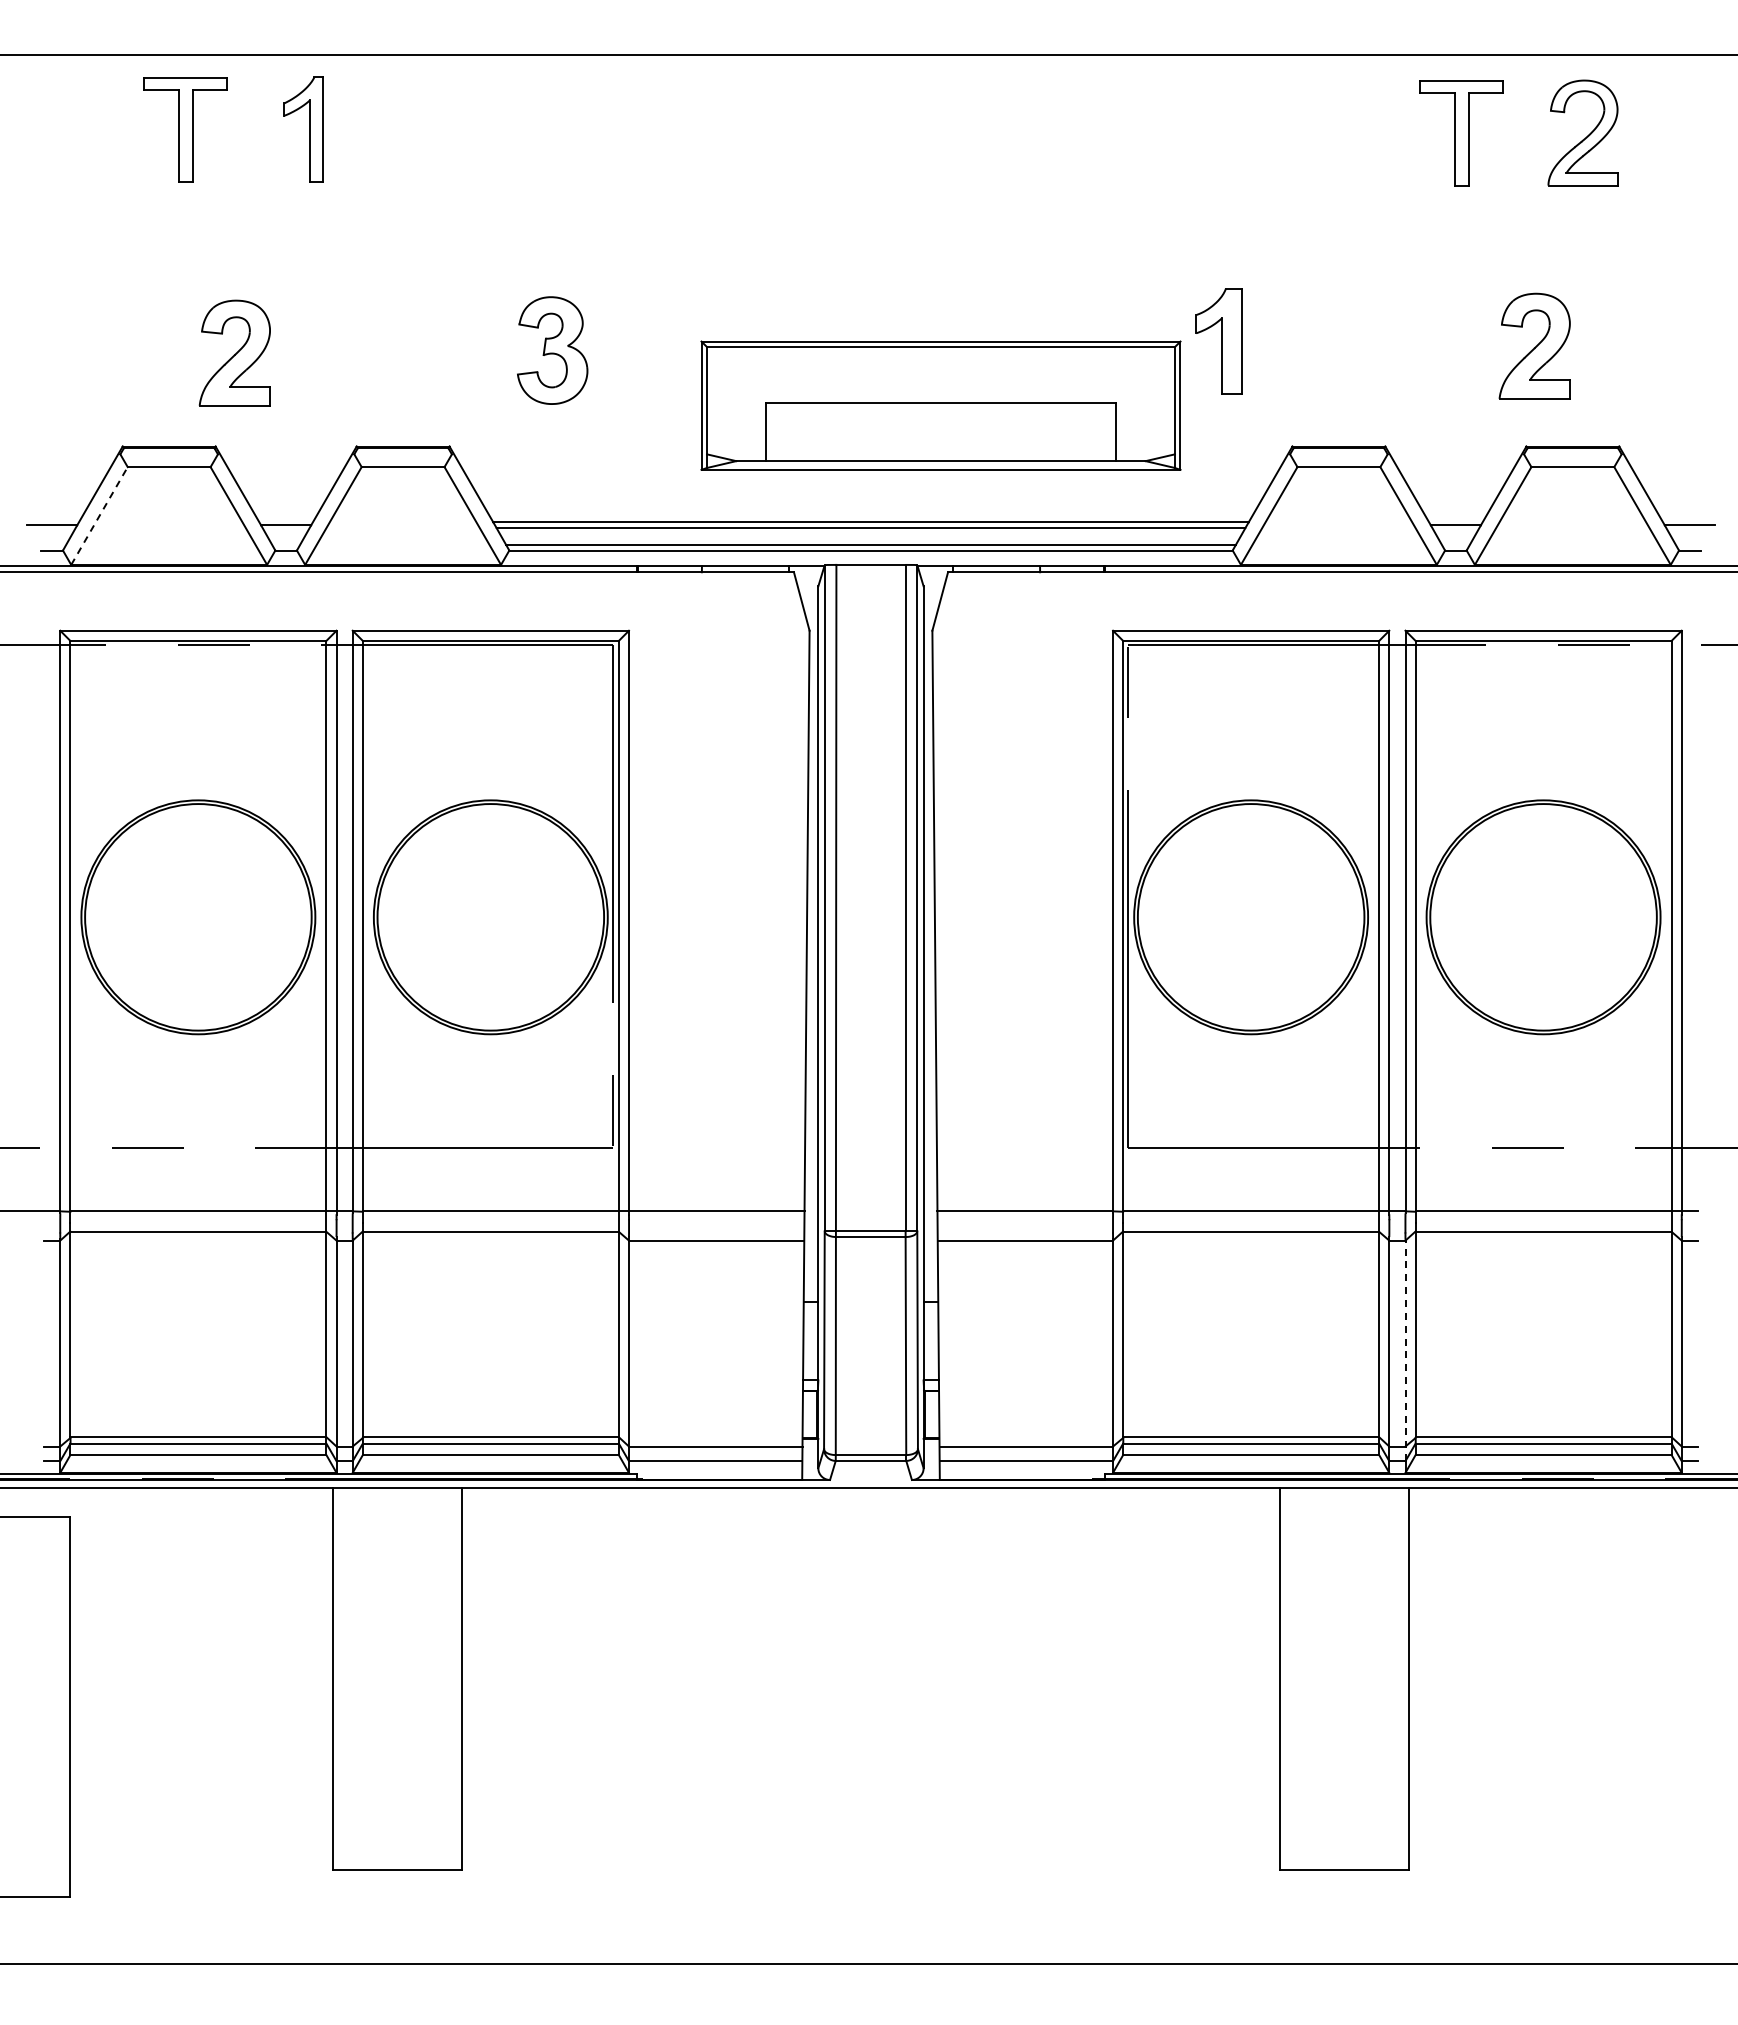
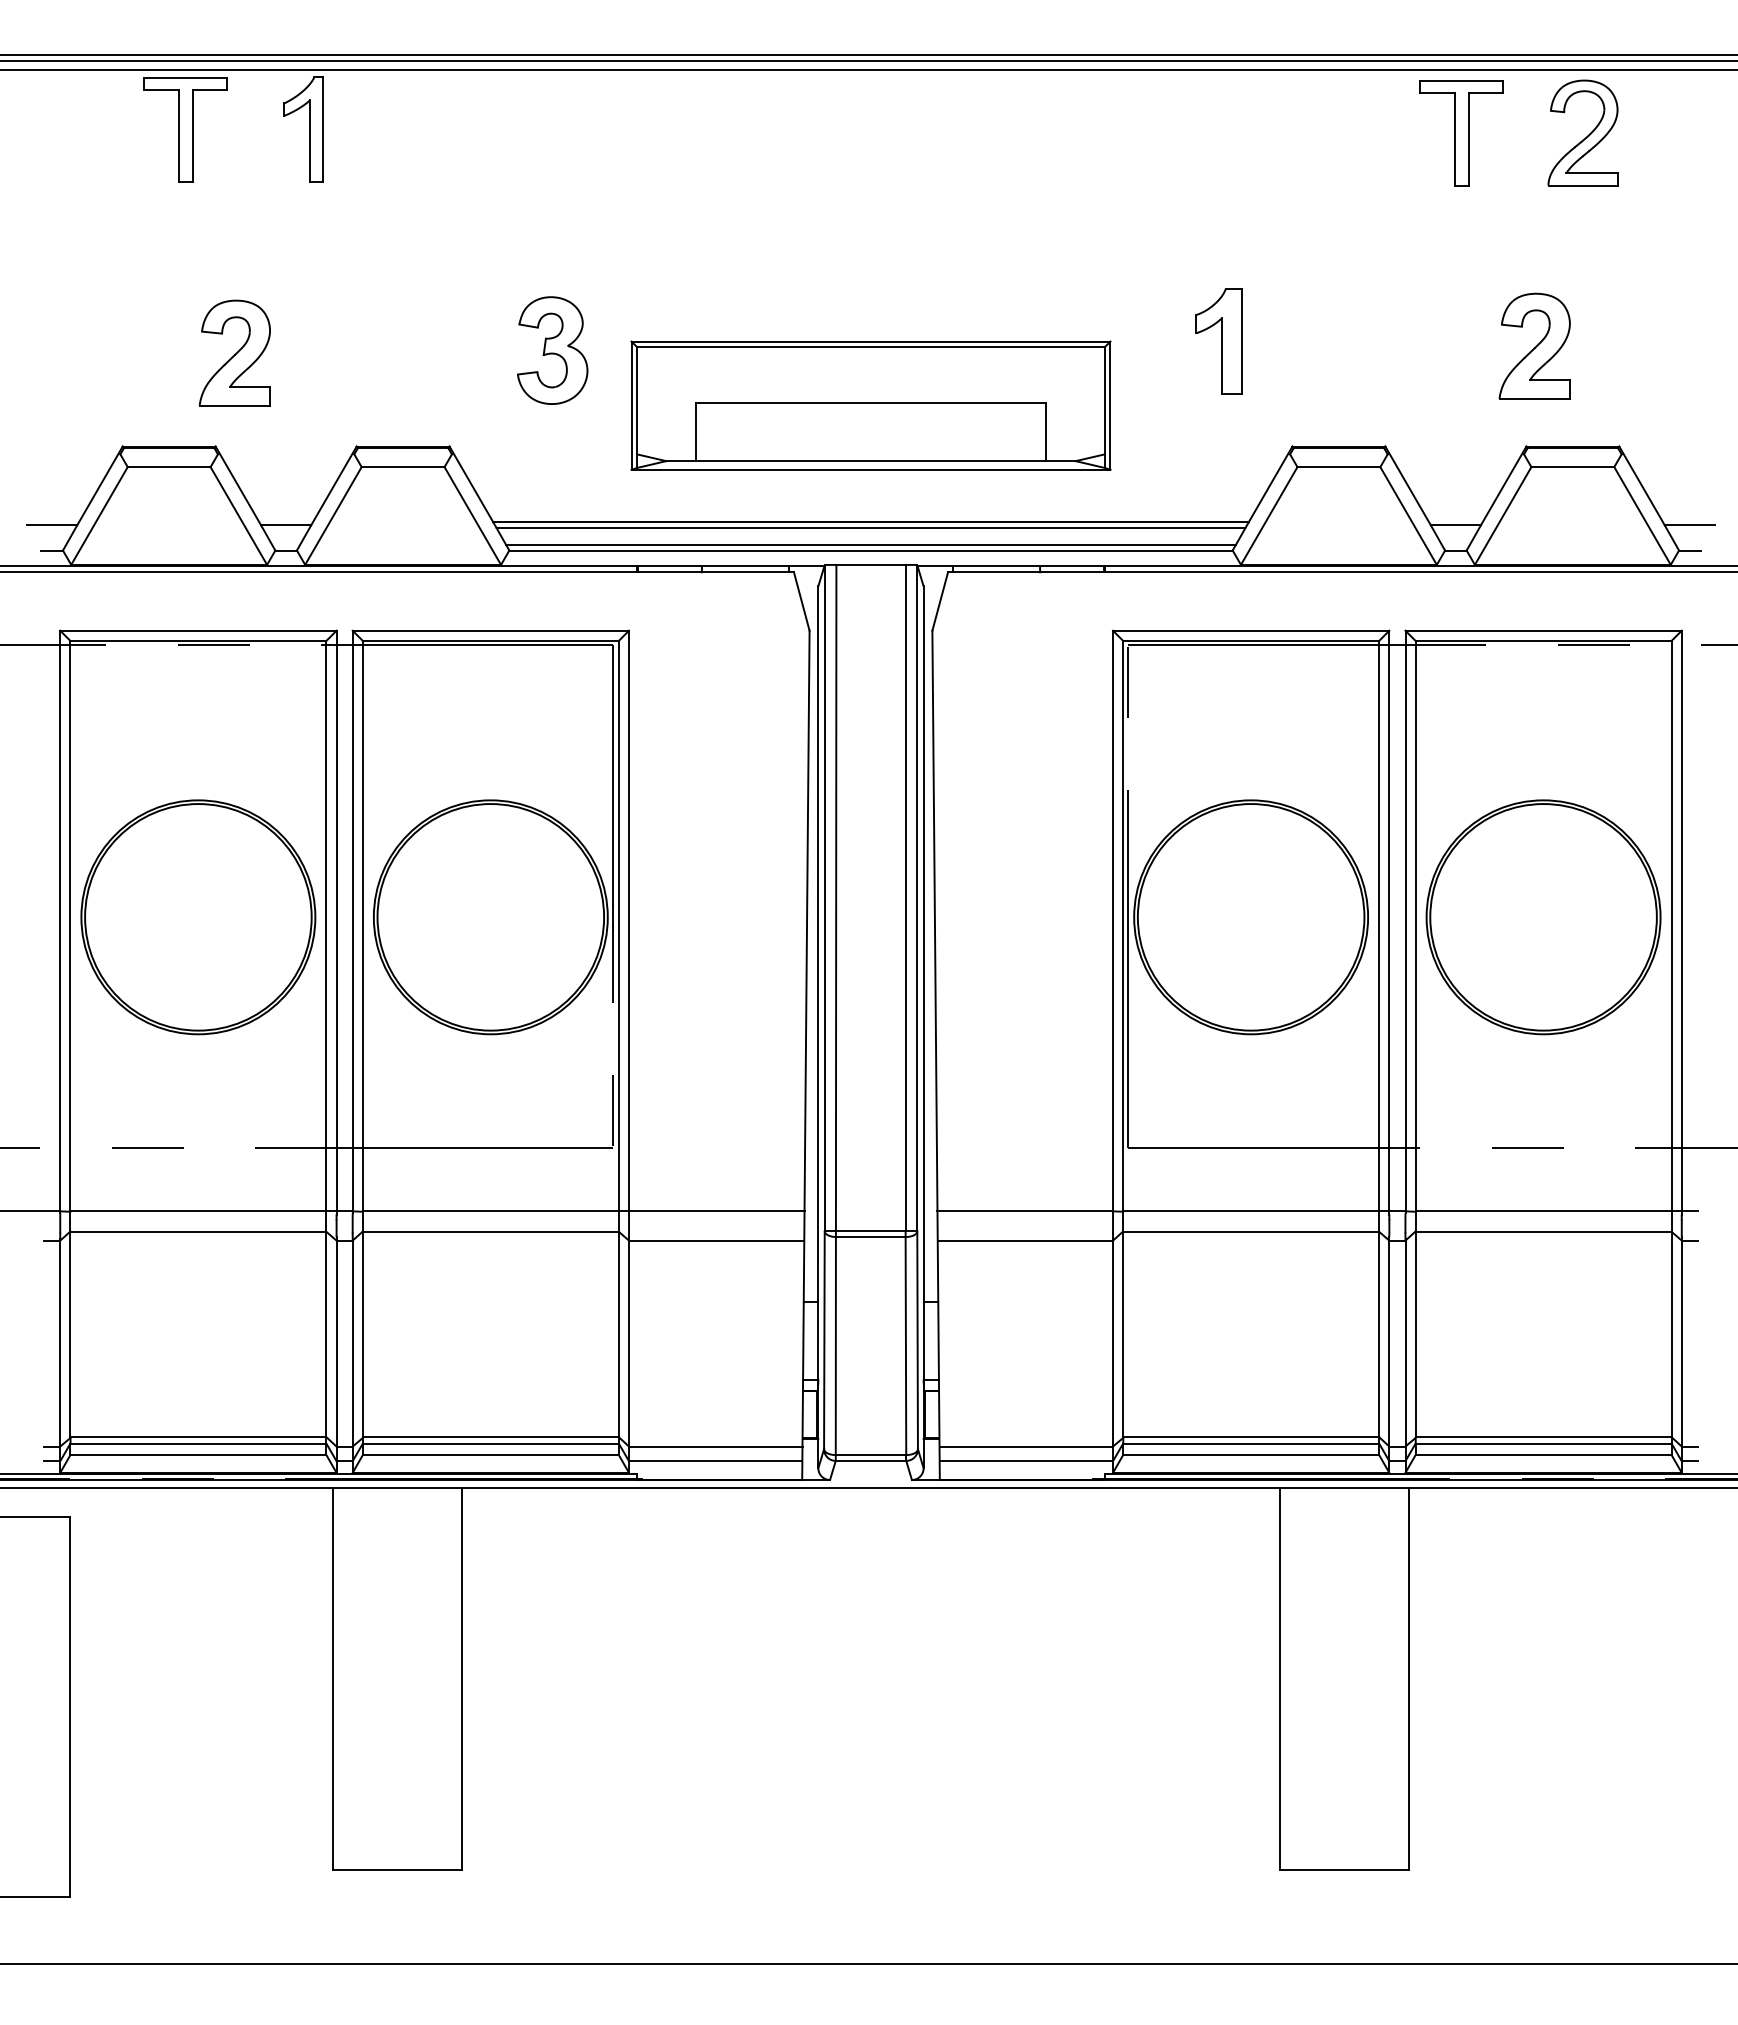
line at (868, 60): none -> present
line at (868, 69): none -> present
part at (940, 405) position: (940, 405) -> (870, 405)
line at (99, 515): dashed -> solid
line at (1405, 1349): dashed -> solid
